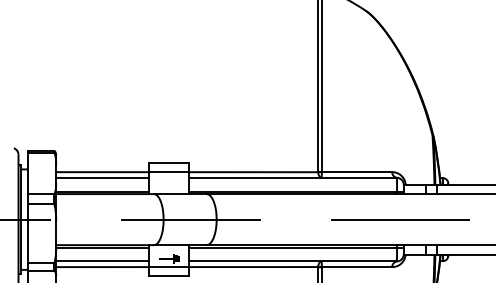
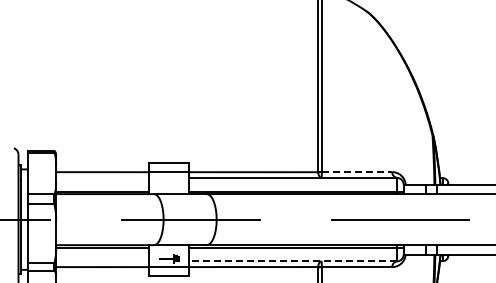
line at (357, 172): solid -> dashed
line at (102, 177): present -> none
line at (102, 261): present -> none
line at (293, 261): solid -> dashed
